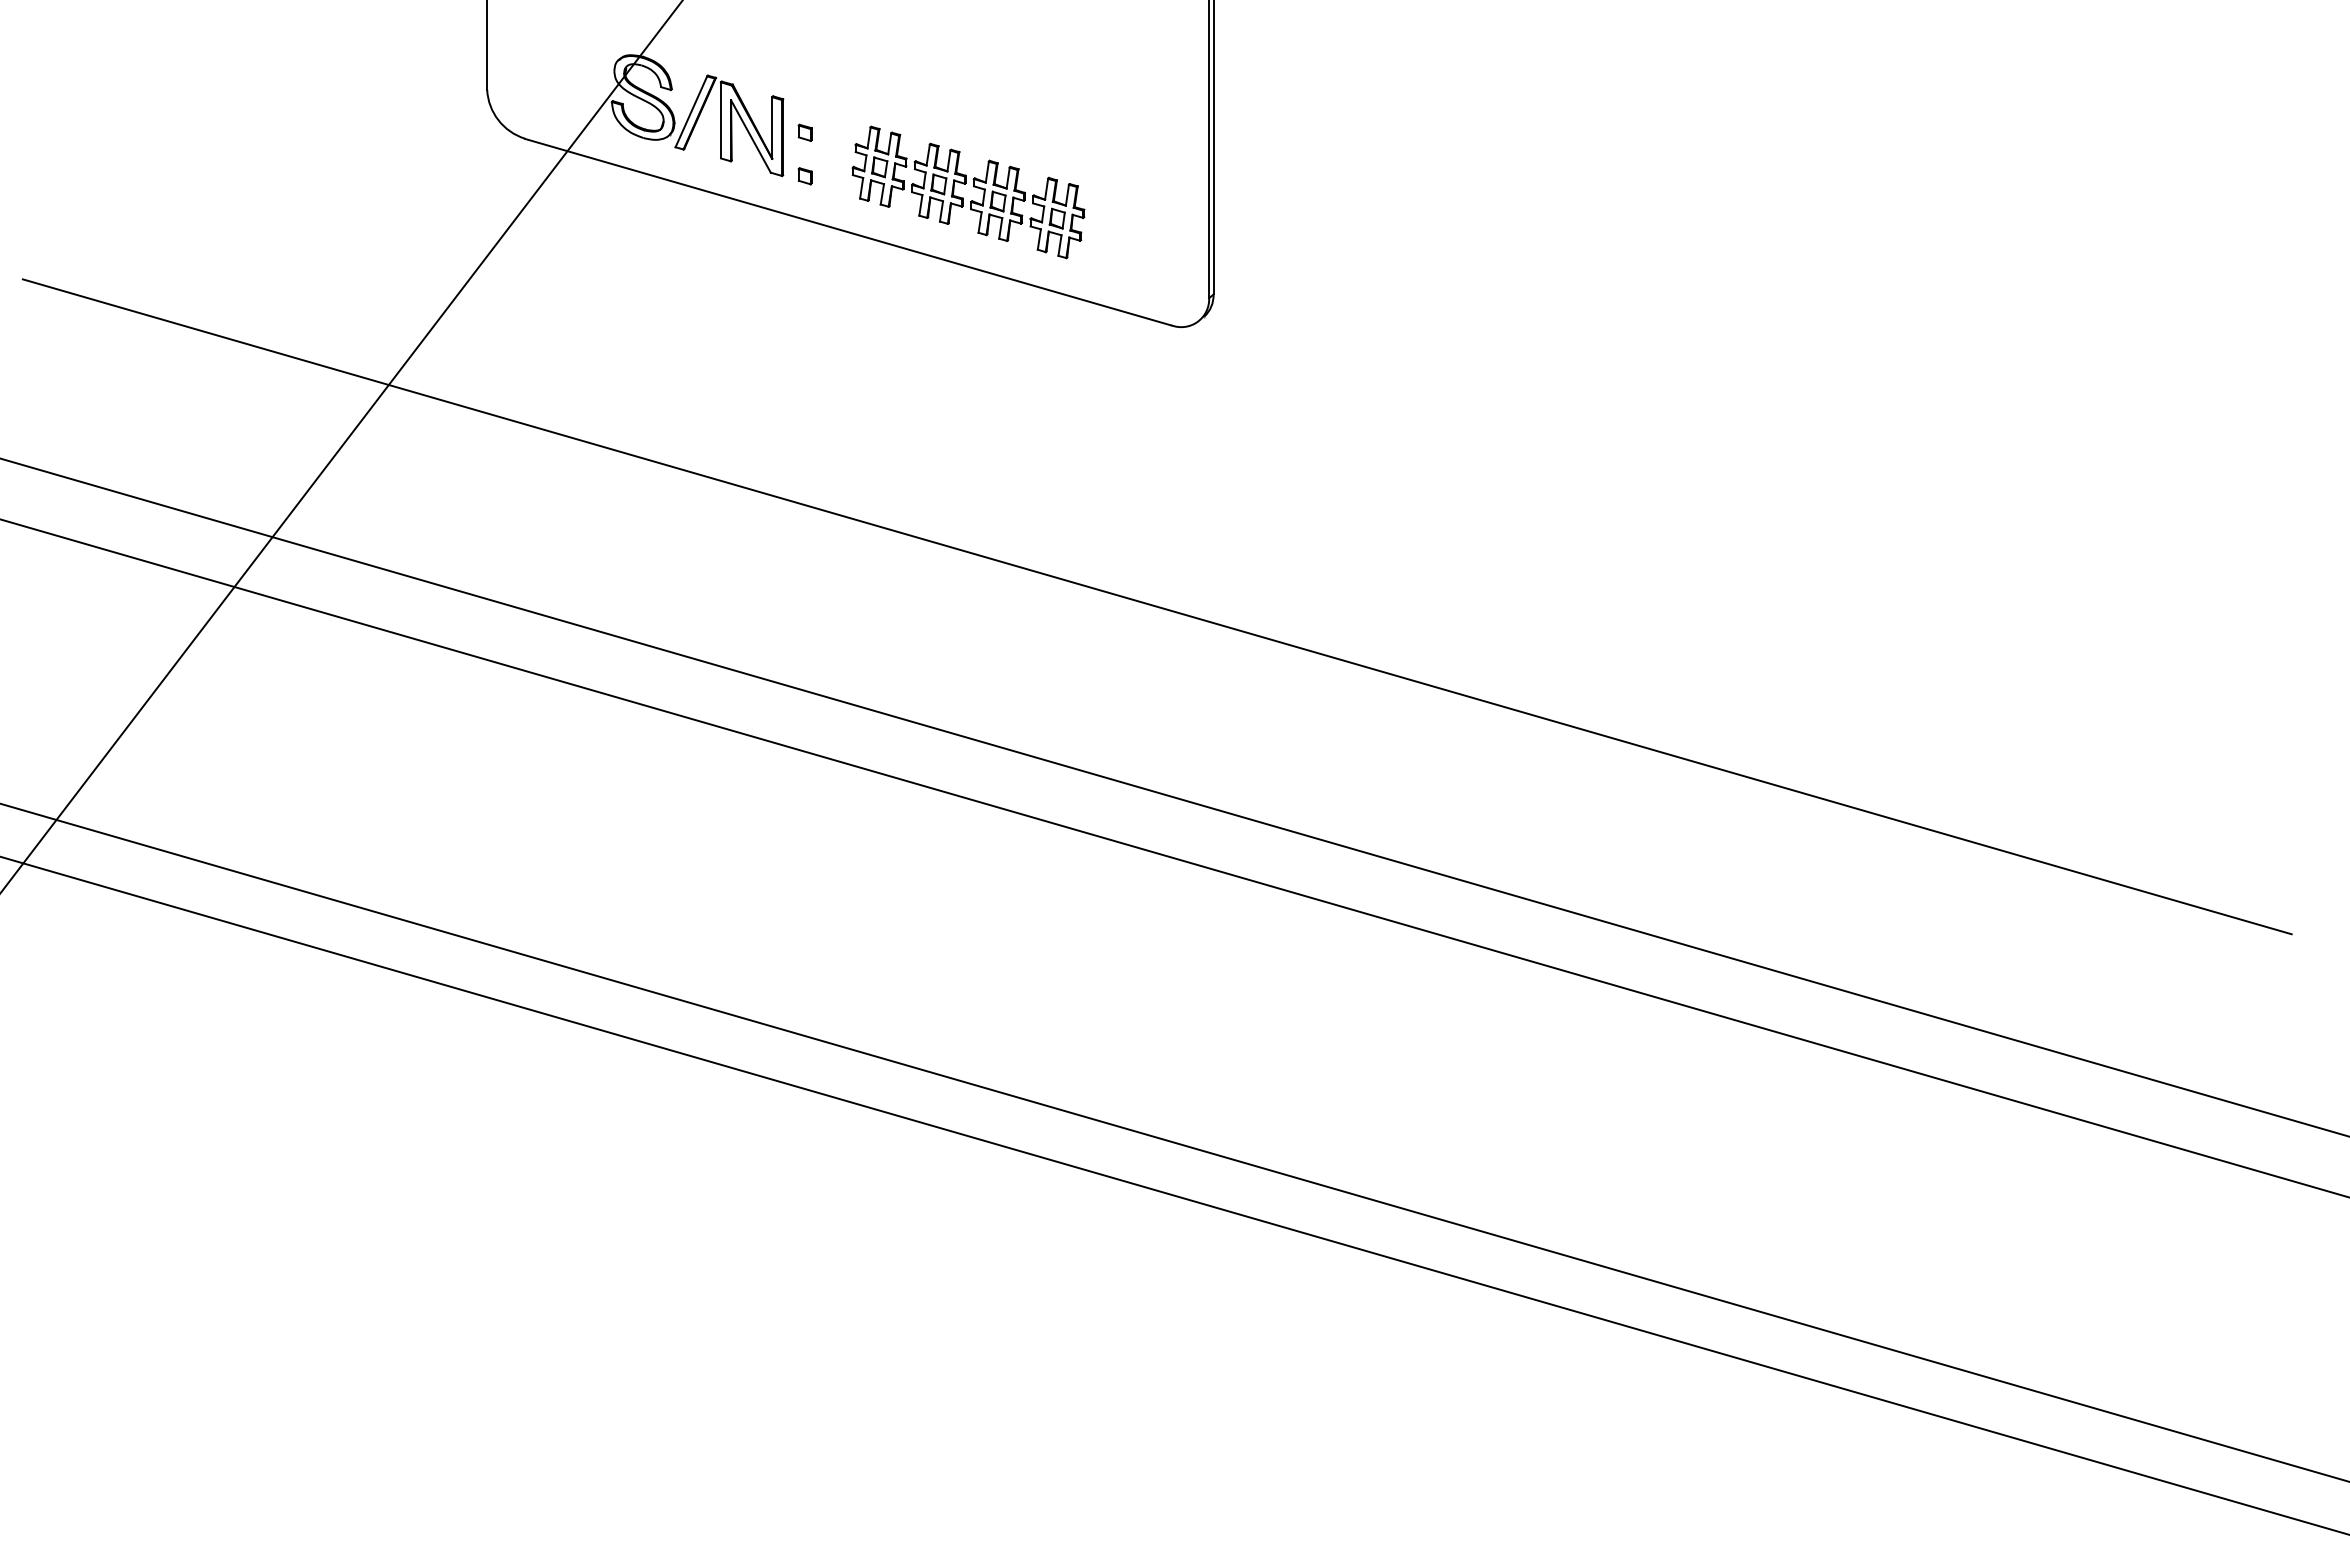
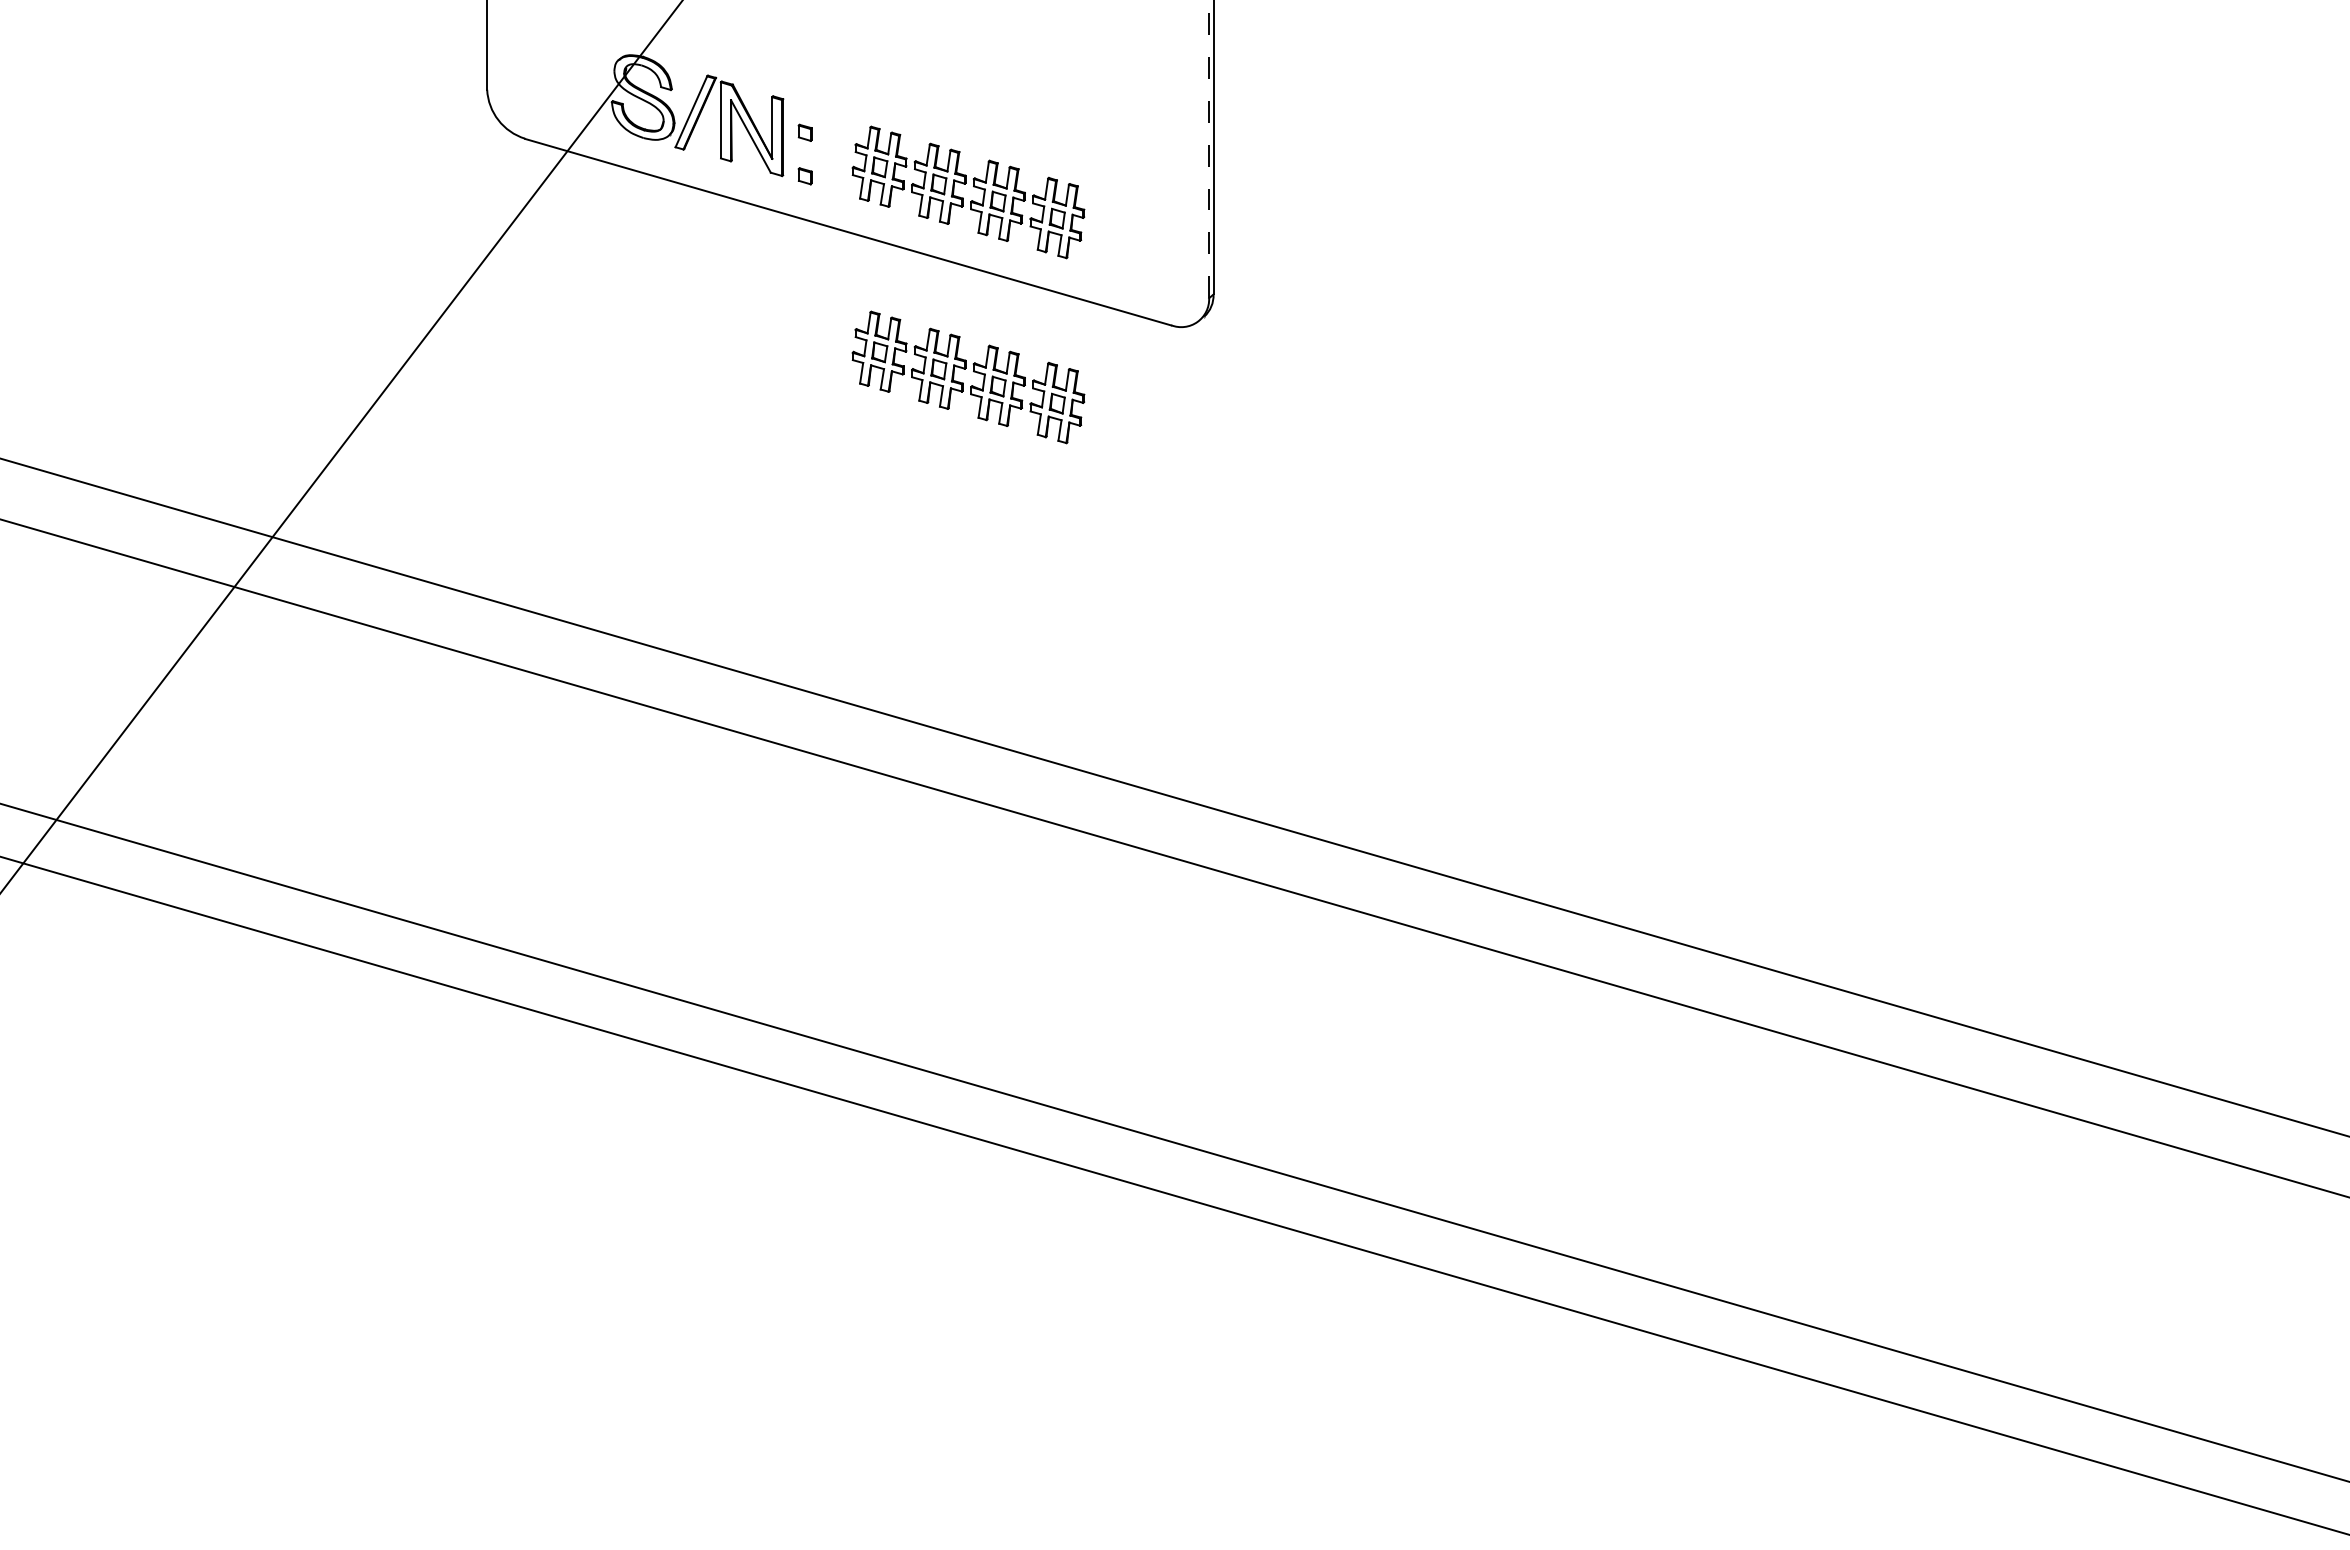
line at (1209, 149): solid -> dashed
part at (973, 372): none -> present
line at (1156, 606): present -> none
